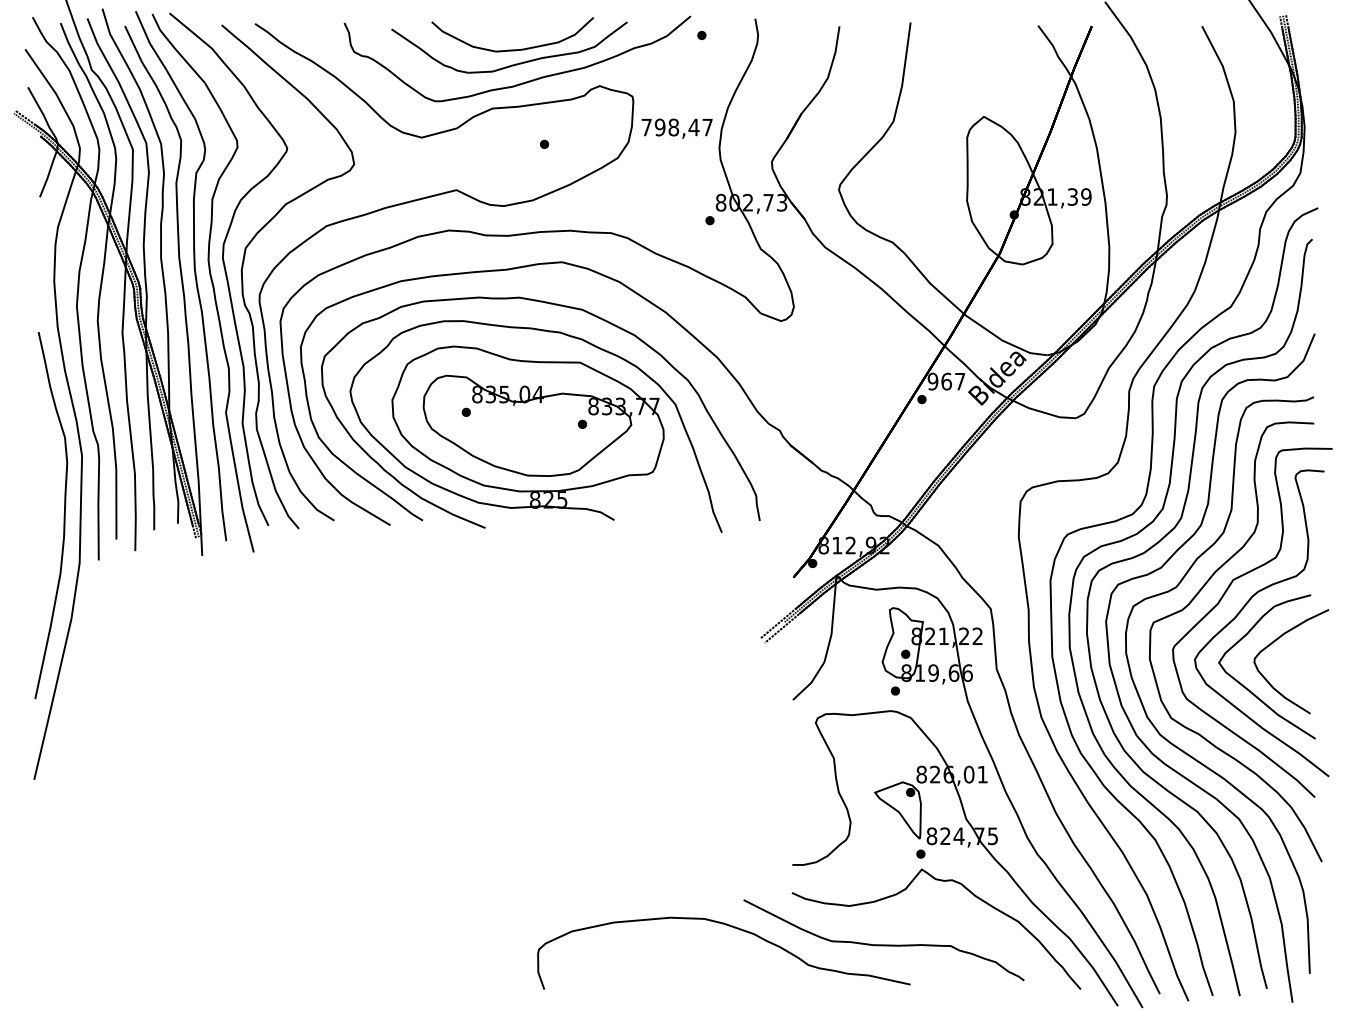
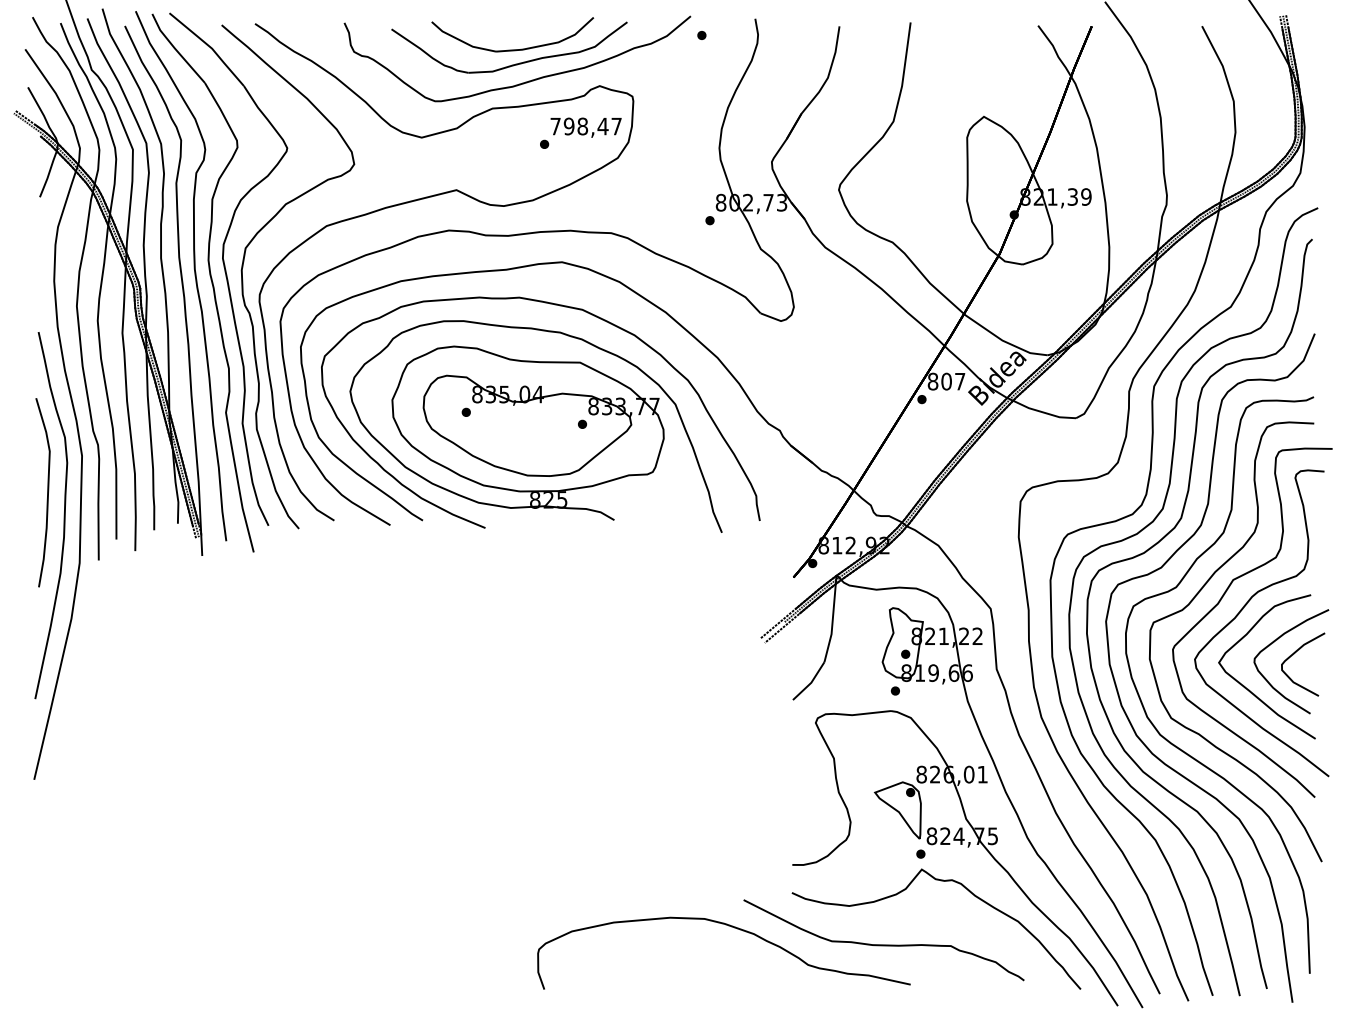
text at (676, 128) position: (676, 128) -> (585, 127)
text at (939, 381): 967 -> 807
part at (42, 492): none -> present
part at (1294, 654): none -> present
